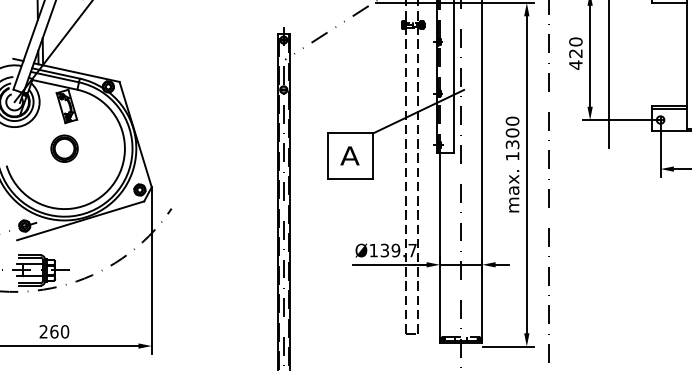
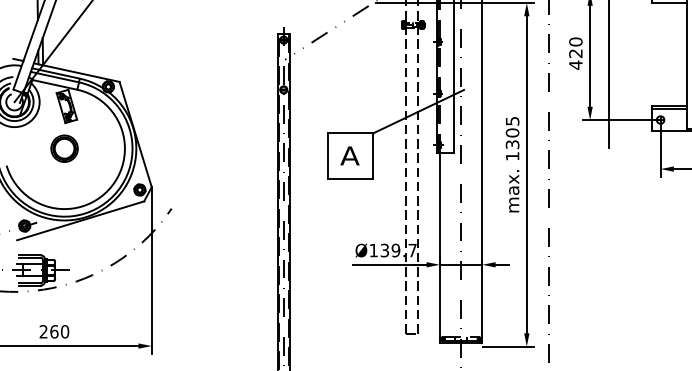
text at (512, 120): 1300 -> 1305
